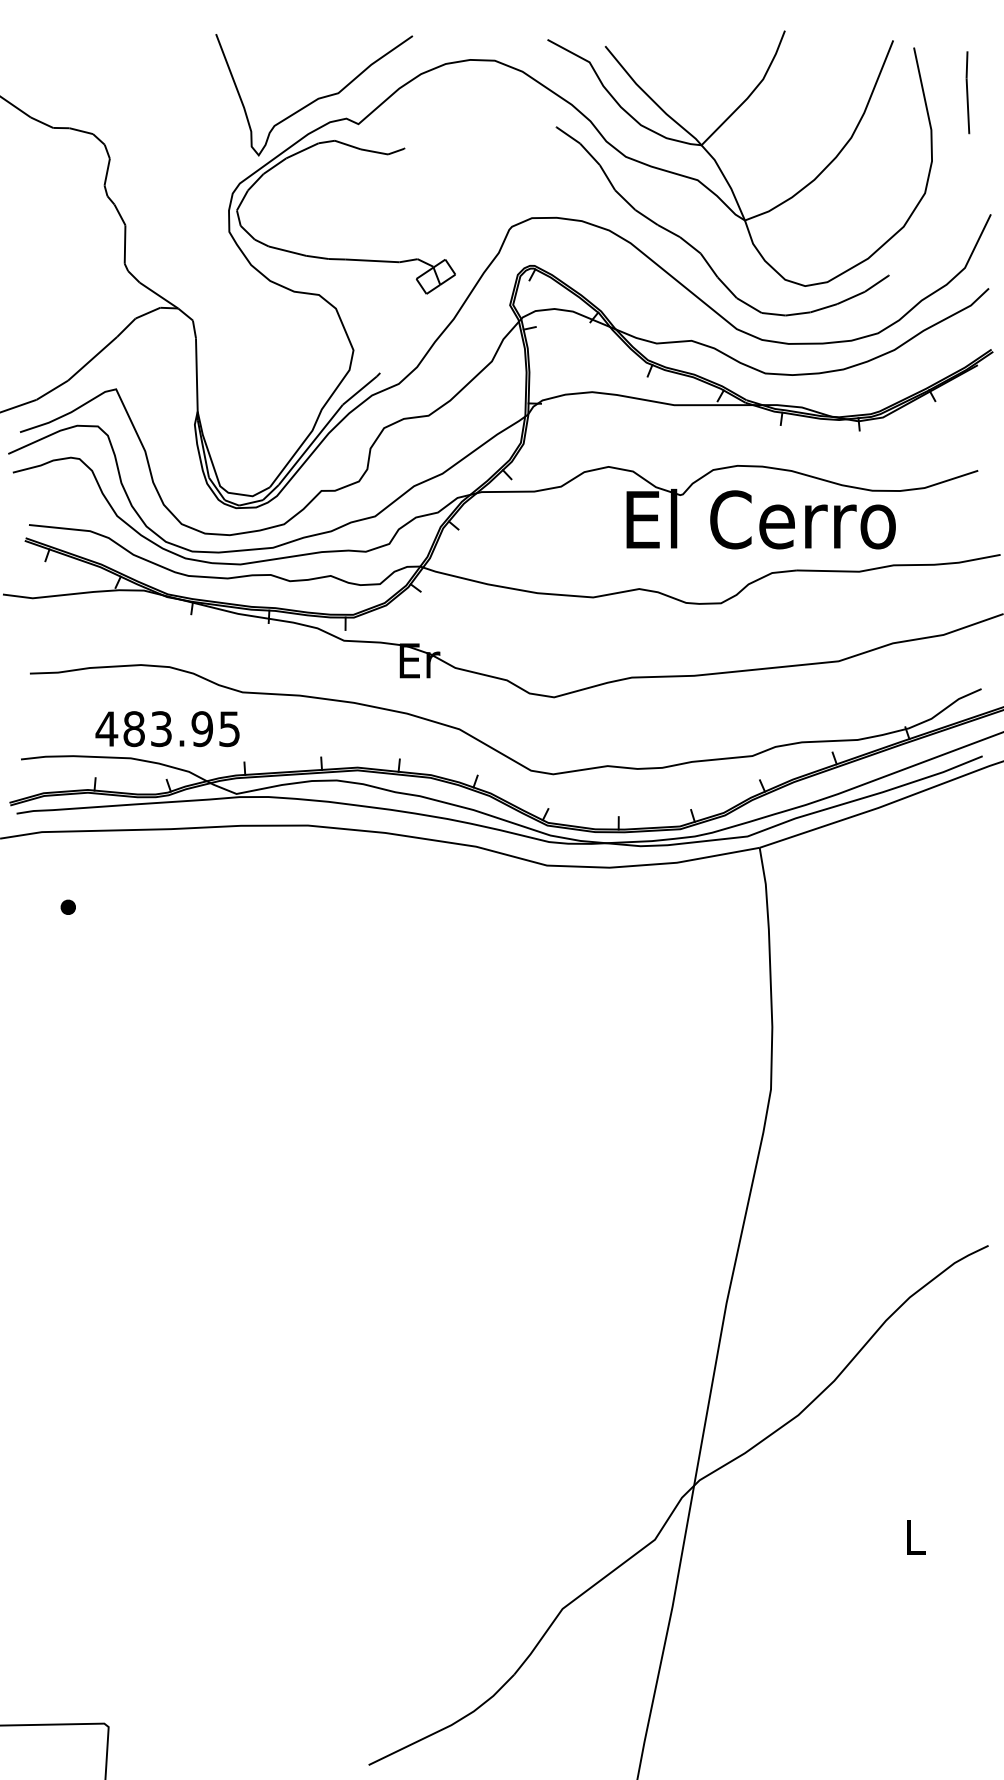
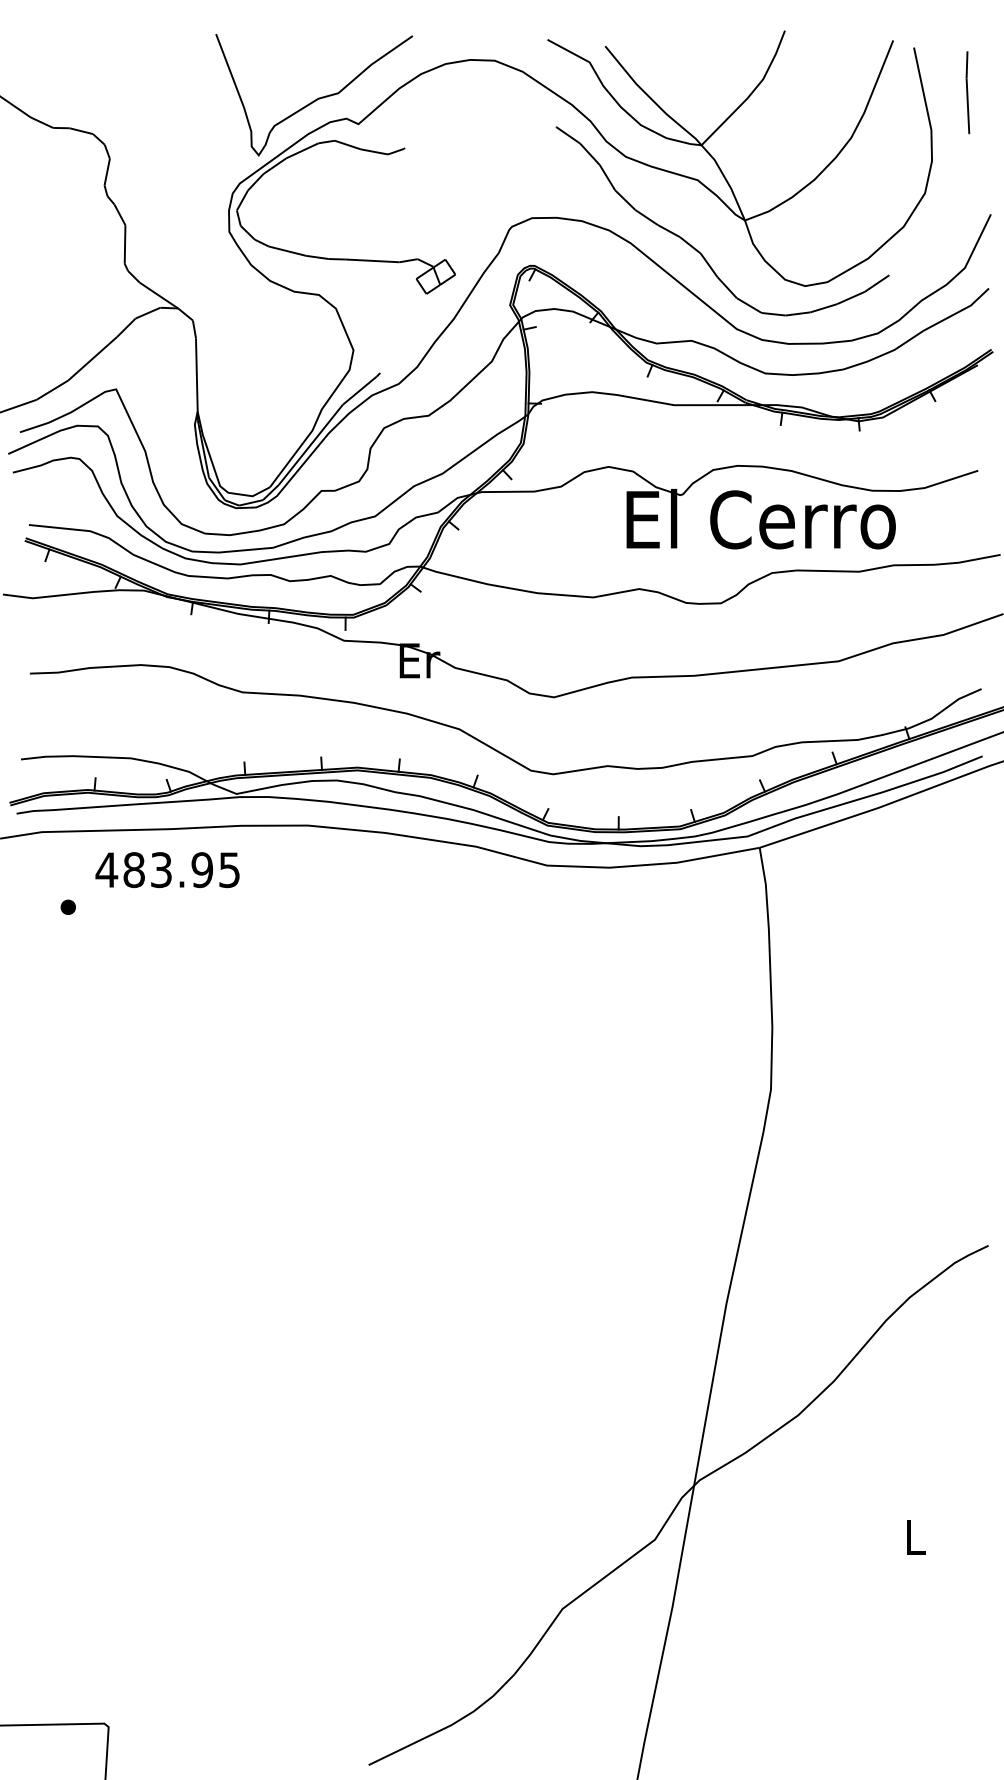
text at (167, 729) position: (167, 729) -> (167, 870)
